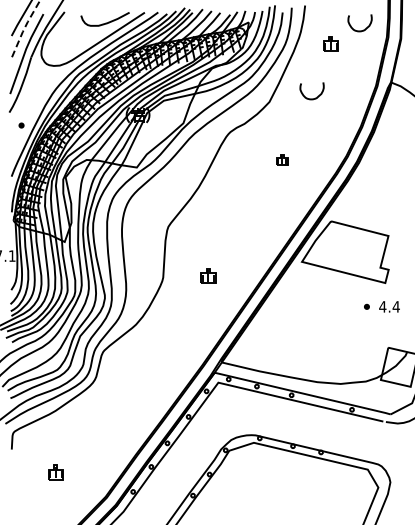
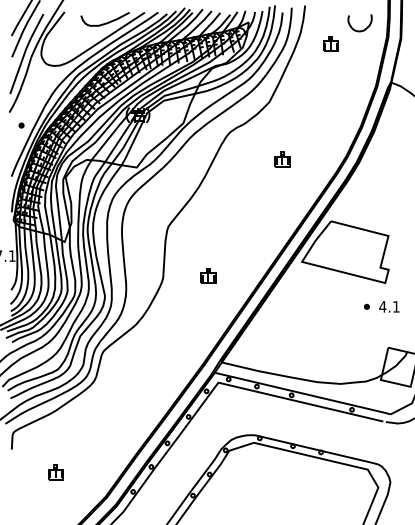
line at (24, 27): dashed -> solid
curve at (311, 98): present -> none
part at (282, 159) size: 13x12 px -> 17x17 px
text at (395, 306): 4.4 -> 4.1
